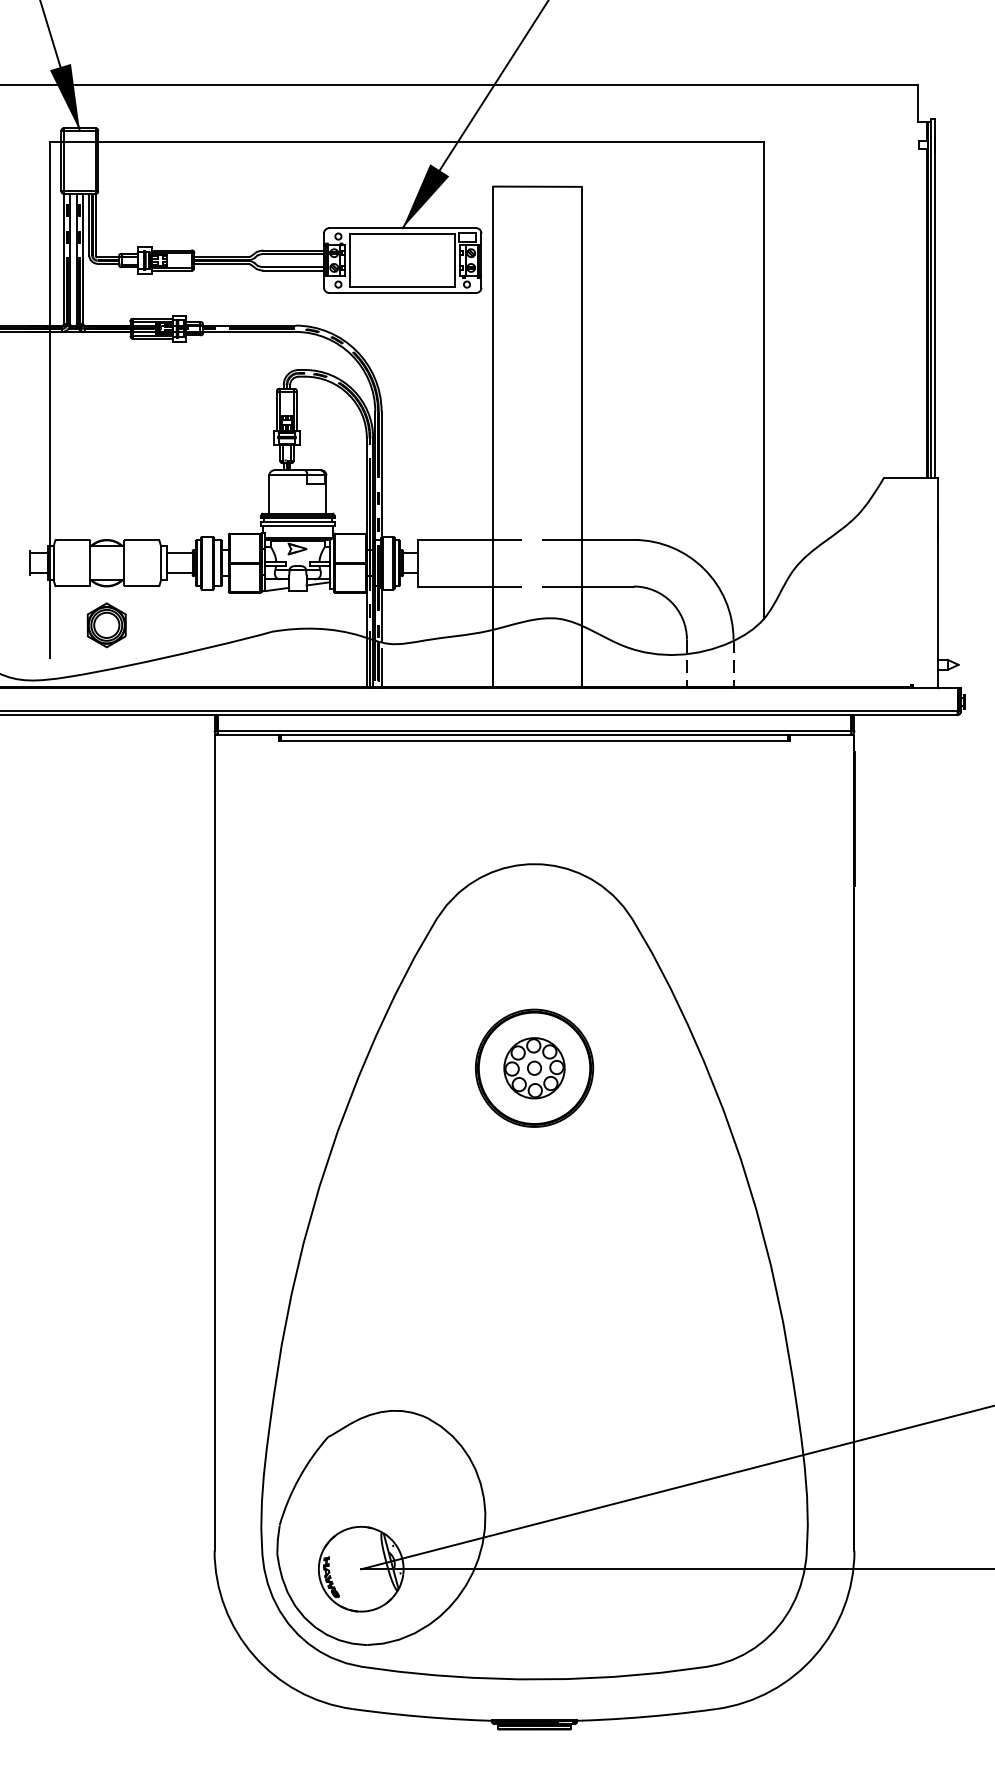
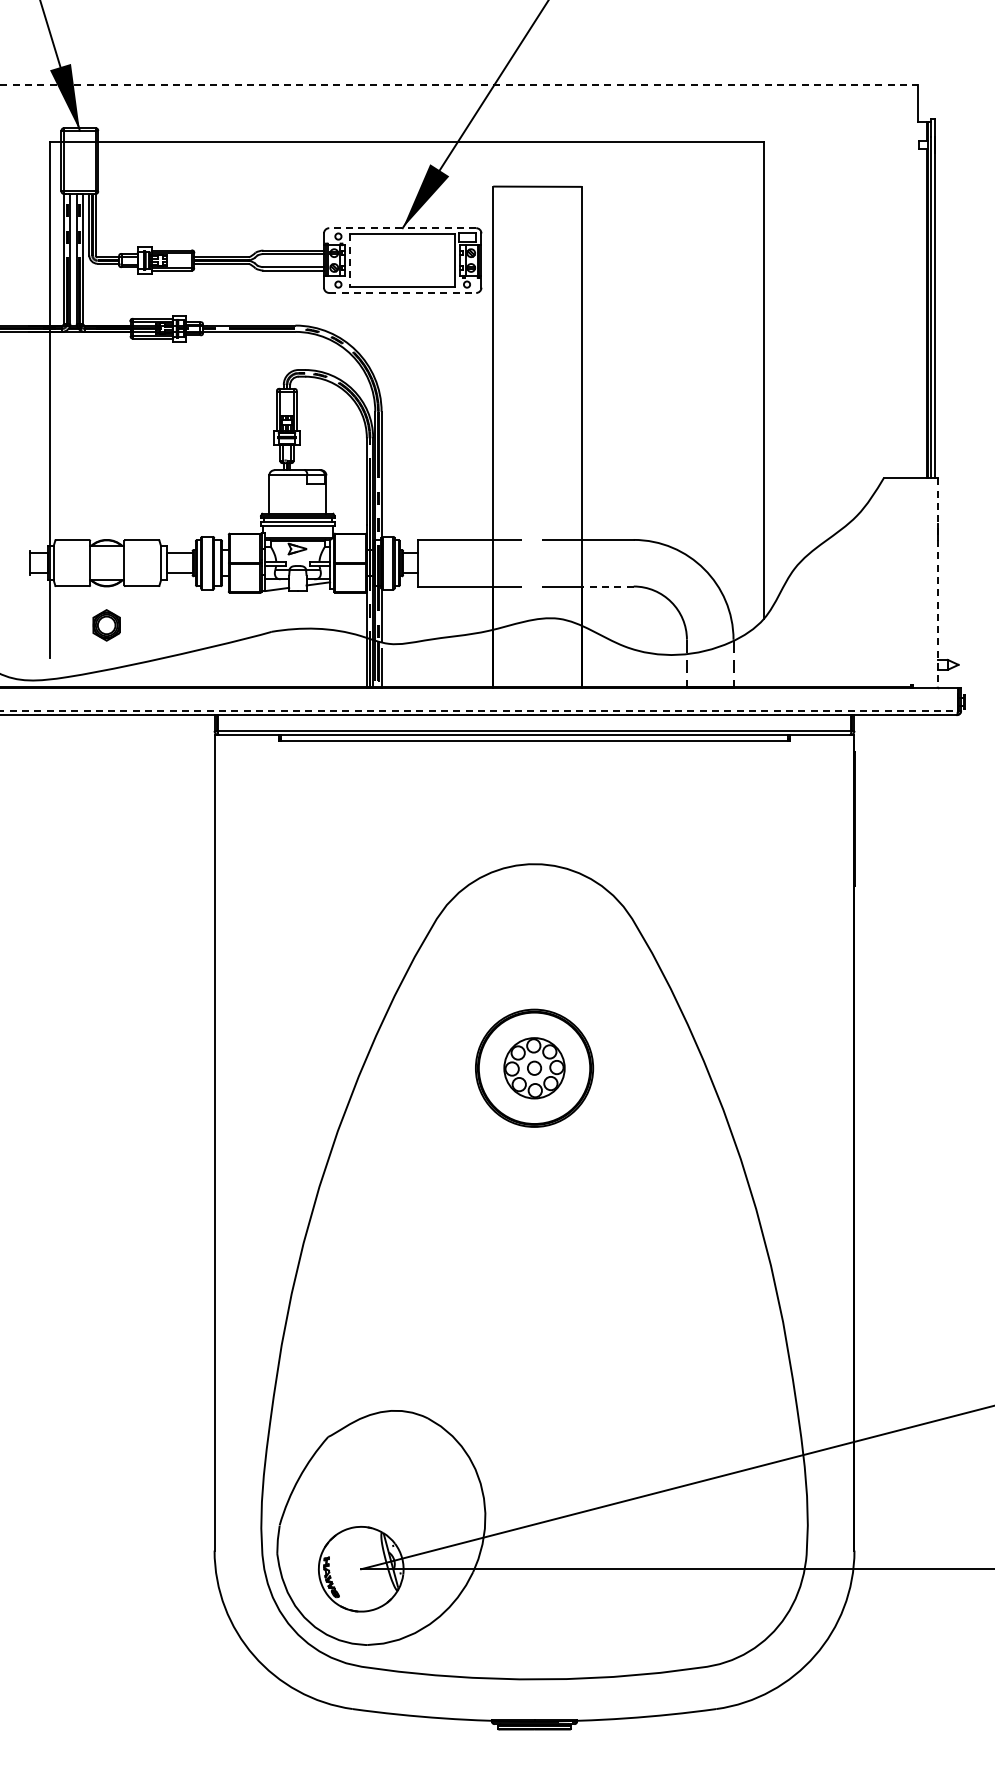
line at (459, 85): solid -> dashed
line at (402, 228): solid -> dashed
line at (350, 261): solid -> dashed
line at (403, 292): solid -> dashed
line at (937, 583): solid -> dashed
line at (607, 586): solid -> dashed
part at (106, 625) size: 41x47 px -> 29x33 px
line at (479, 710): solid -> dashed
